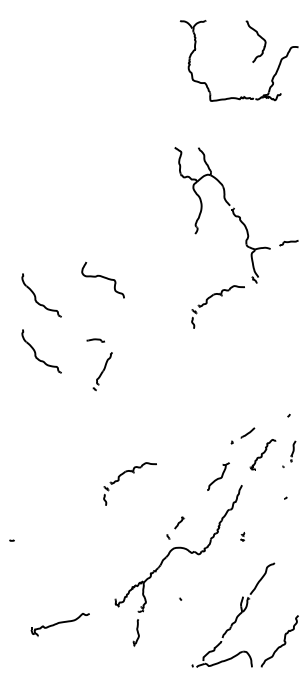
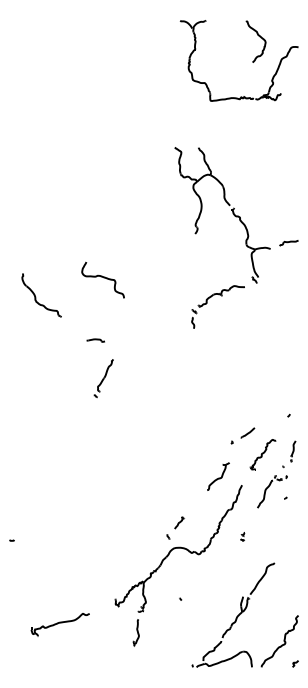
part at (41, 351): present -> none
part at (102, 371) position: (102, 371) -> (103, 378)
part at (119, 480): present -> none
part at (272, 491): none -> present
curve at (295, 663): none -> present
